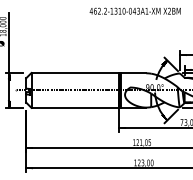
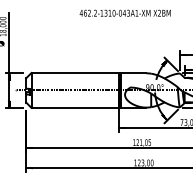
text at (134, 10) position: (134, 10) -> (124, 12)
